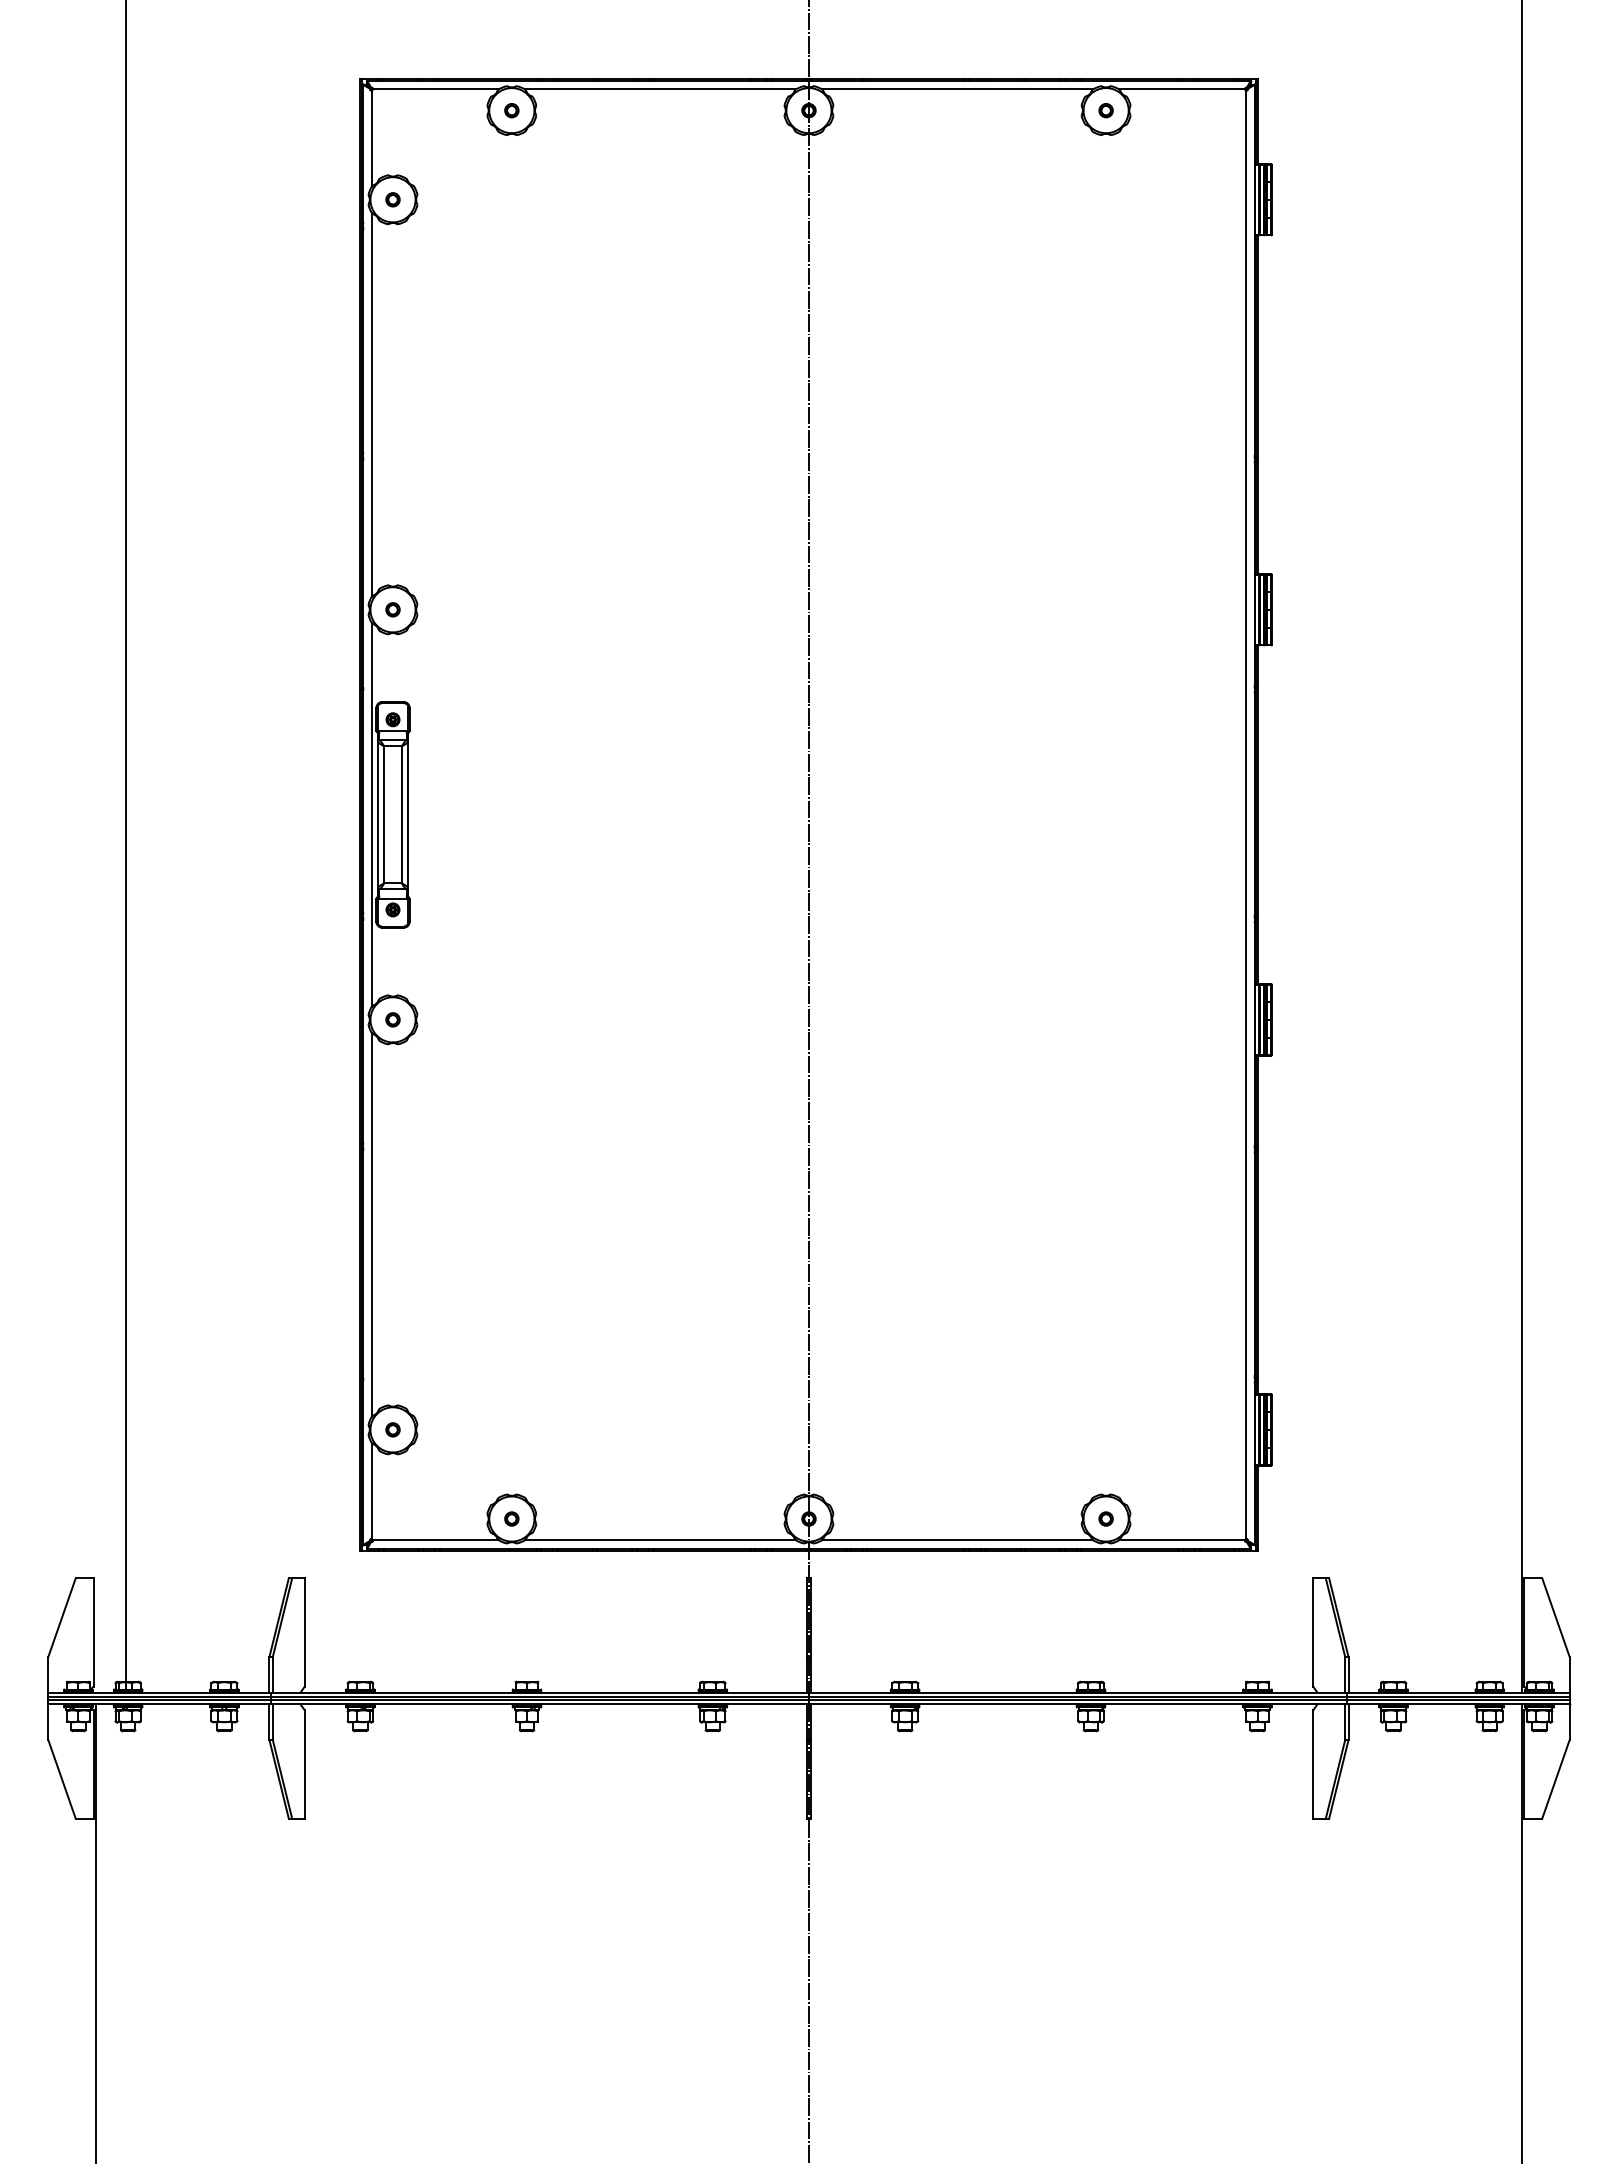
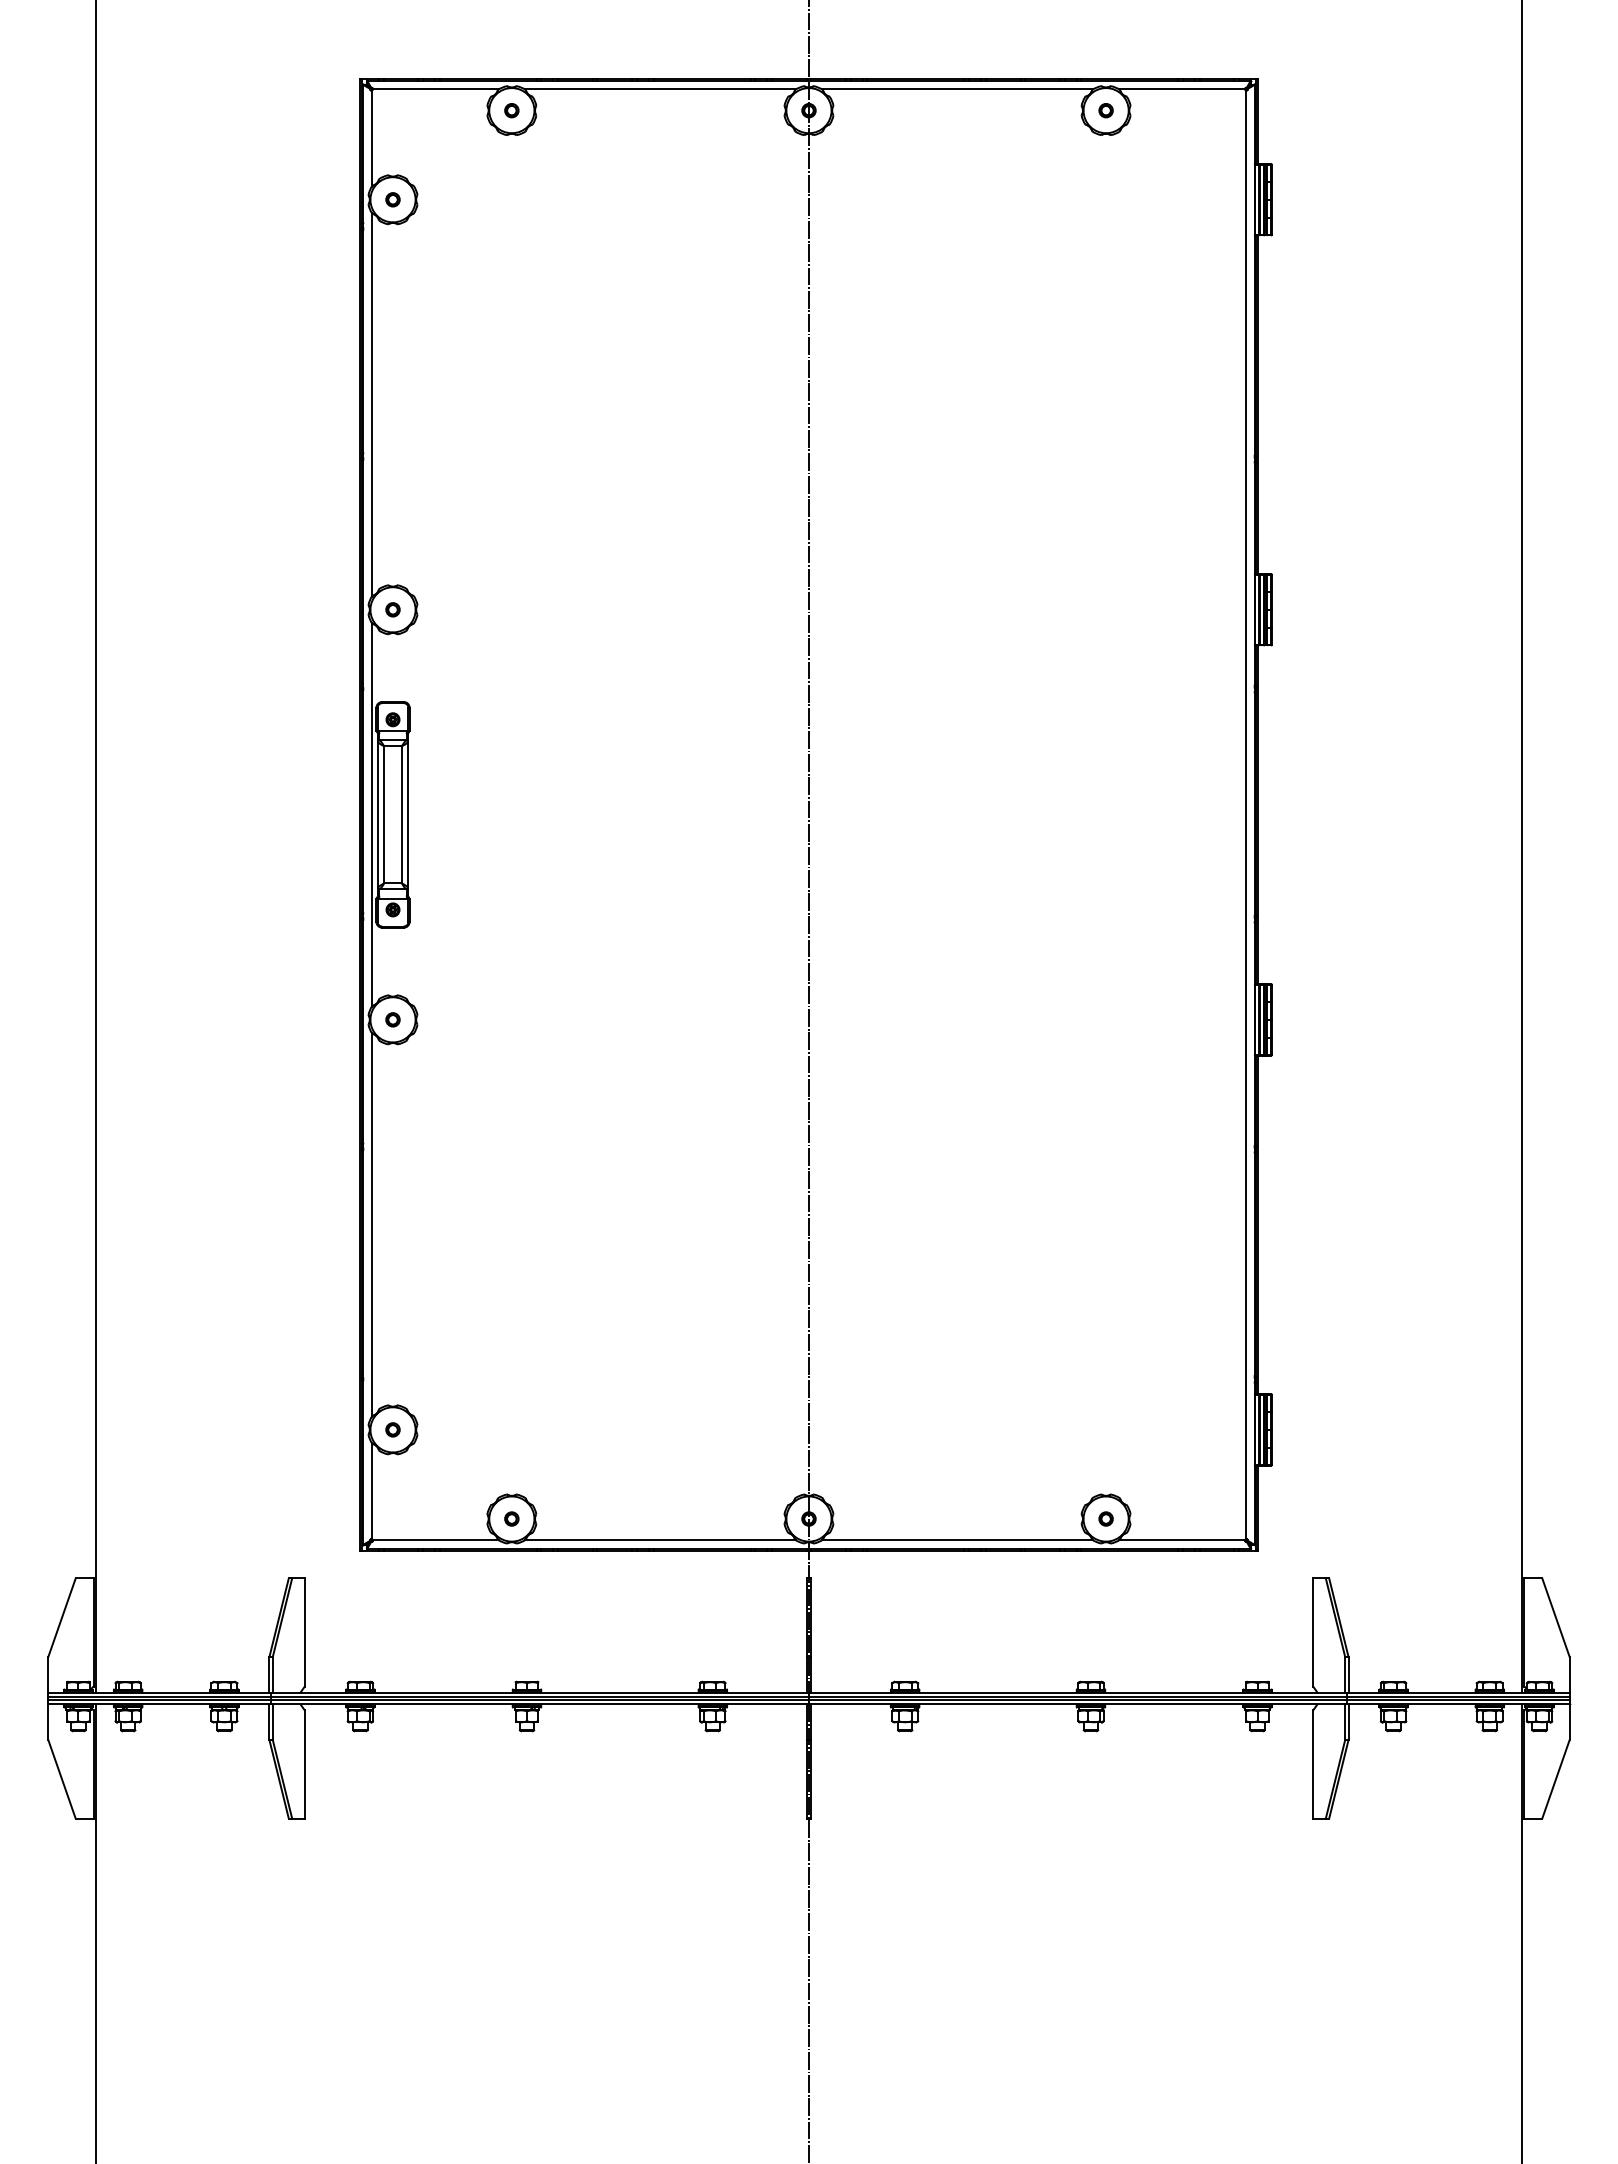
line at (125, 847) position: (125, 847) -> (95, 847)
